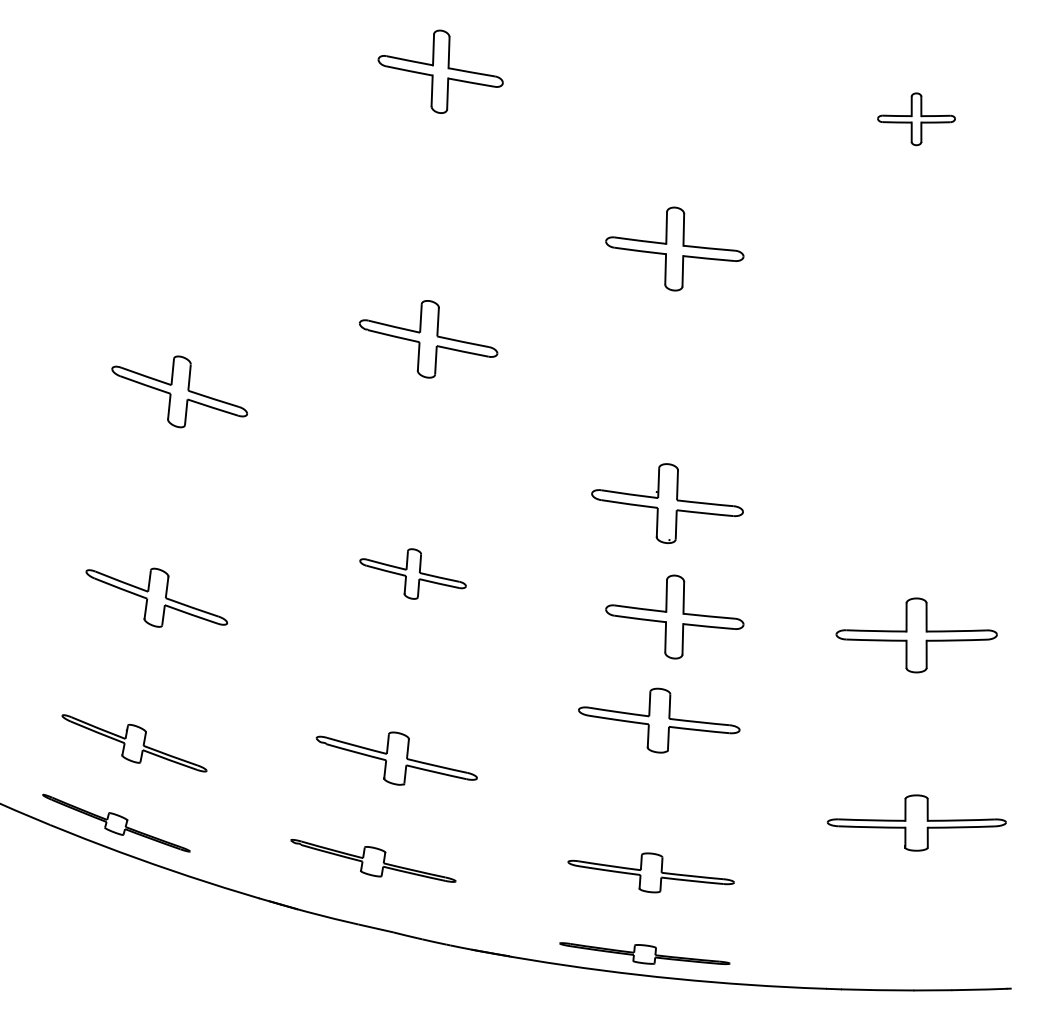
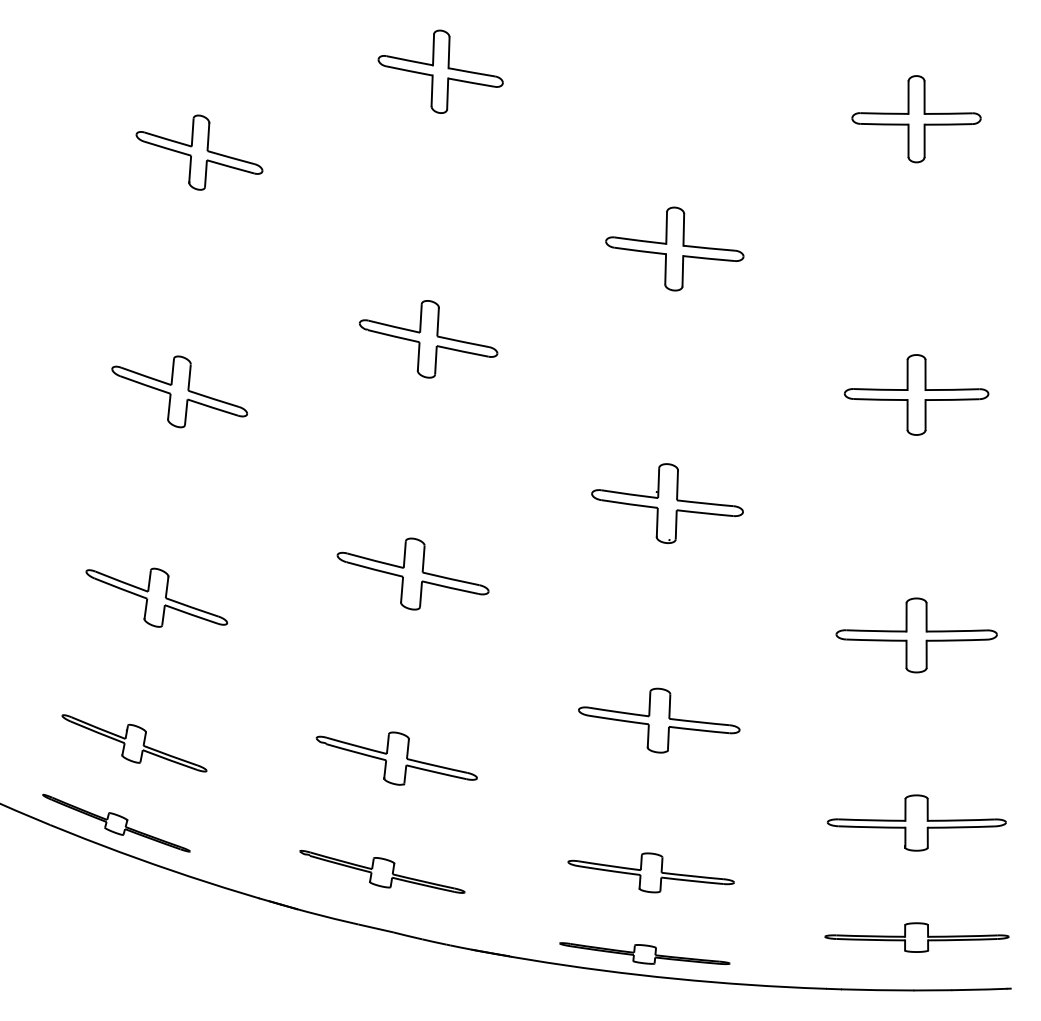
part at (916, 119) size: 79x55 px -> 131x89 px
part at (199, 152): none -> present
part at (916, 394): none -> present
part at (412, 573) size: 108x52 px -> 154x74 px
part at (674, 616): present -> none
part at (373, 860) position: (373, 860) -> (382, 871)
part at (916, 937): none -> present
